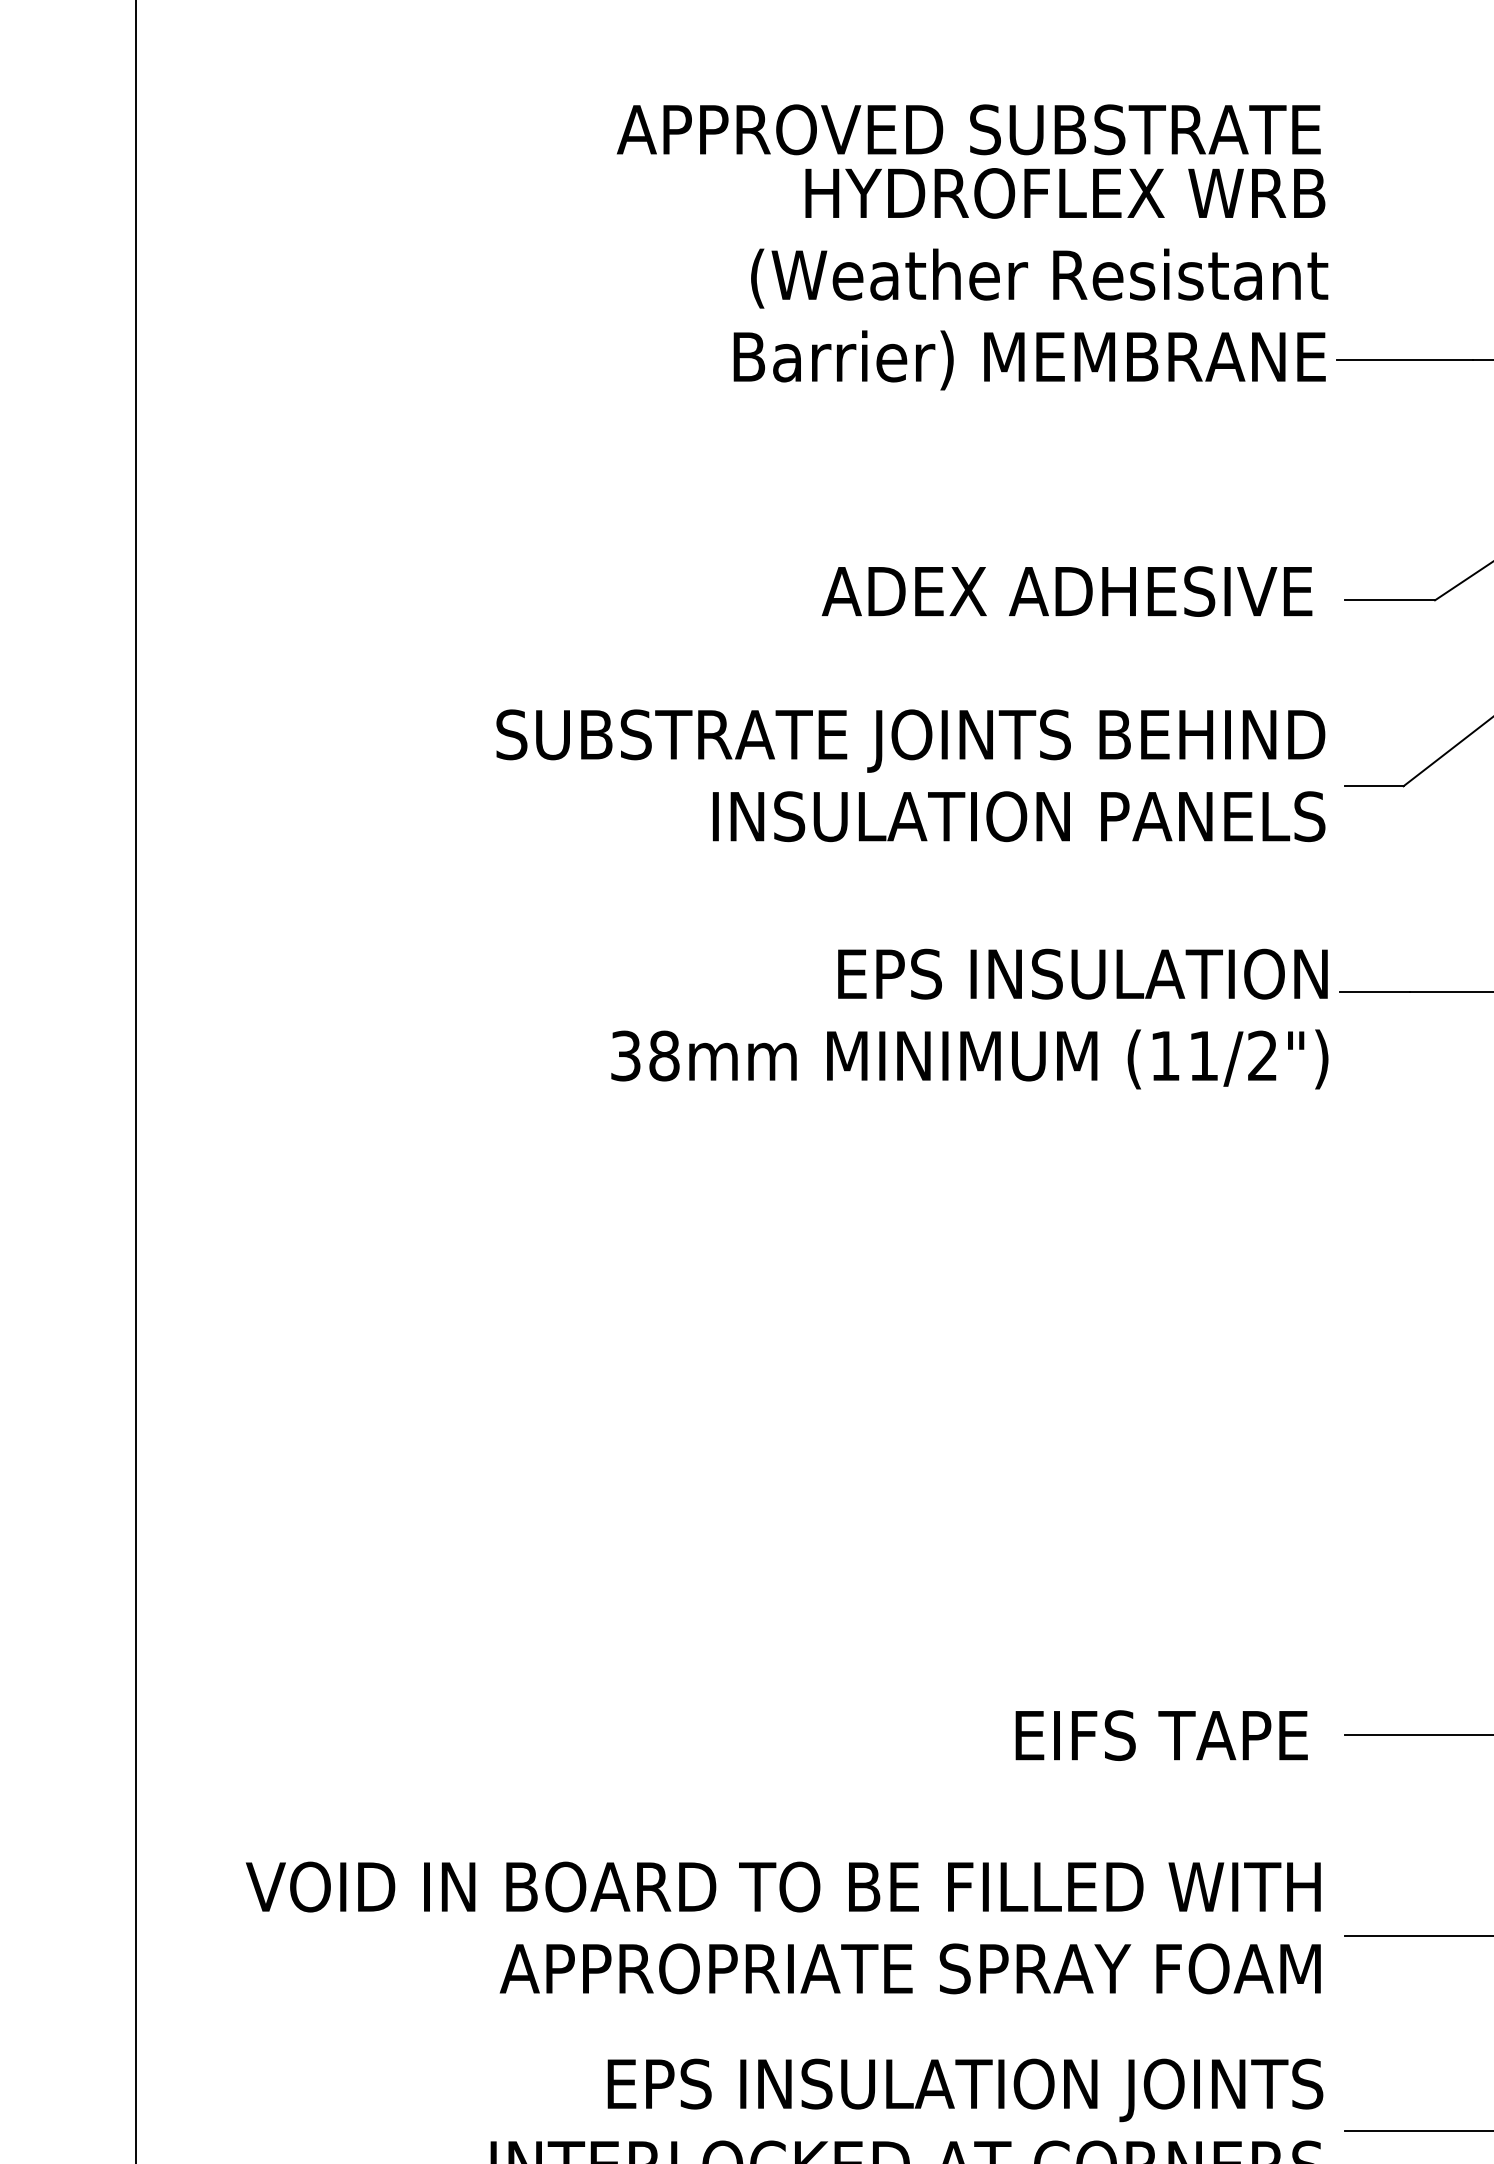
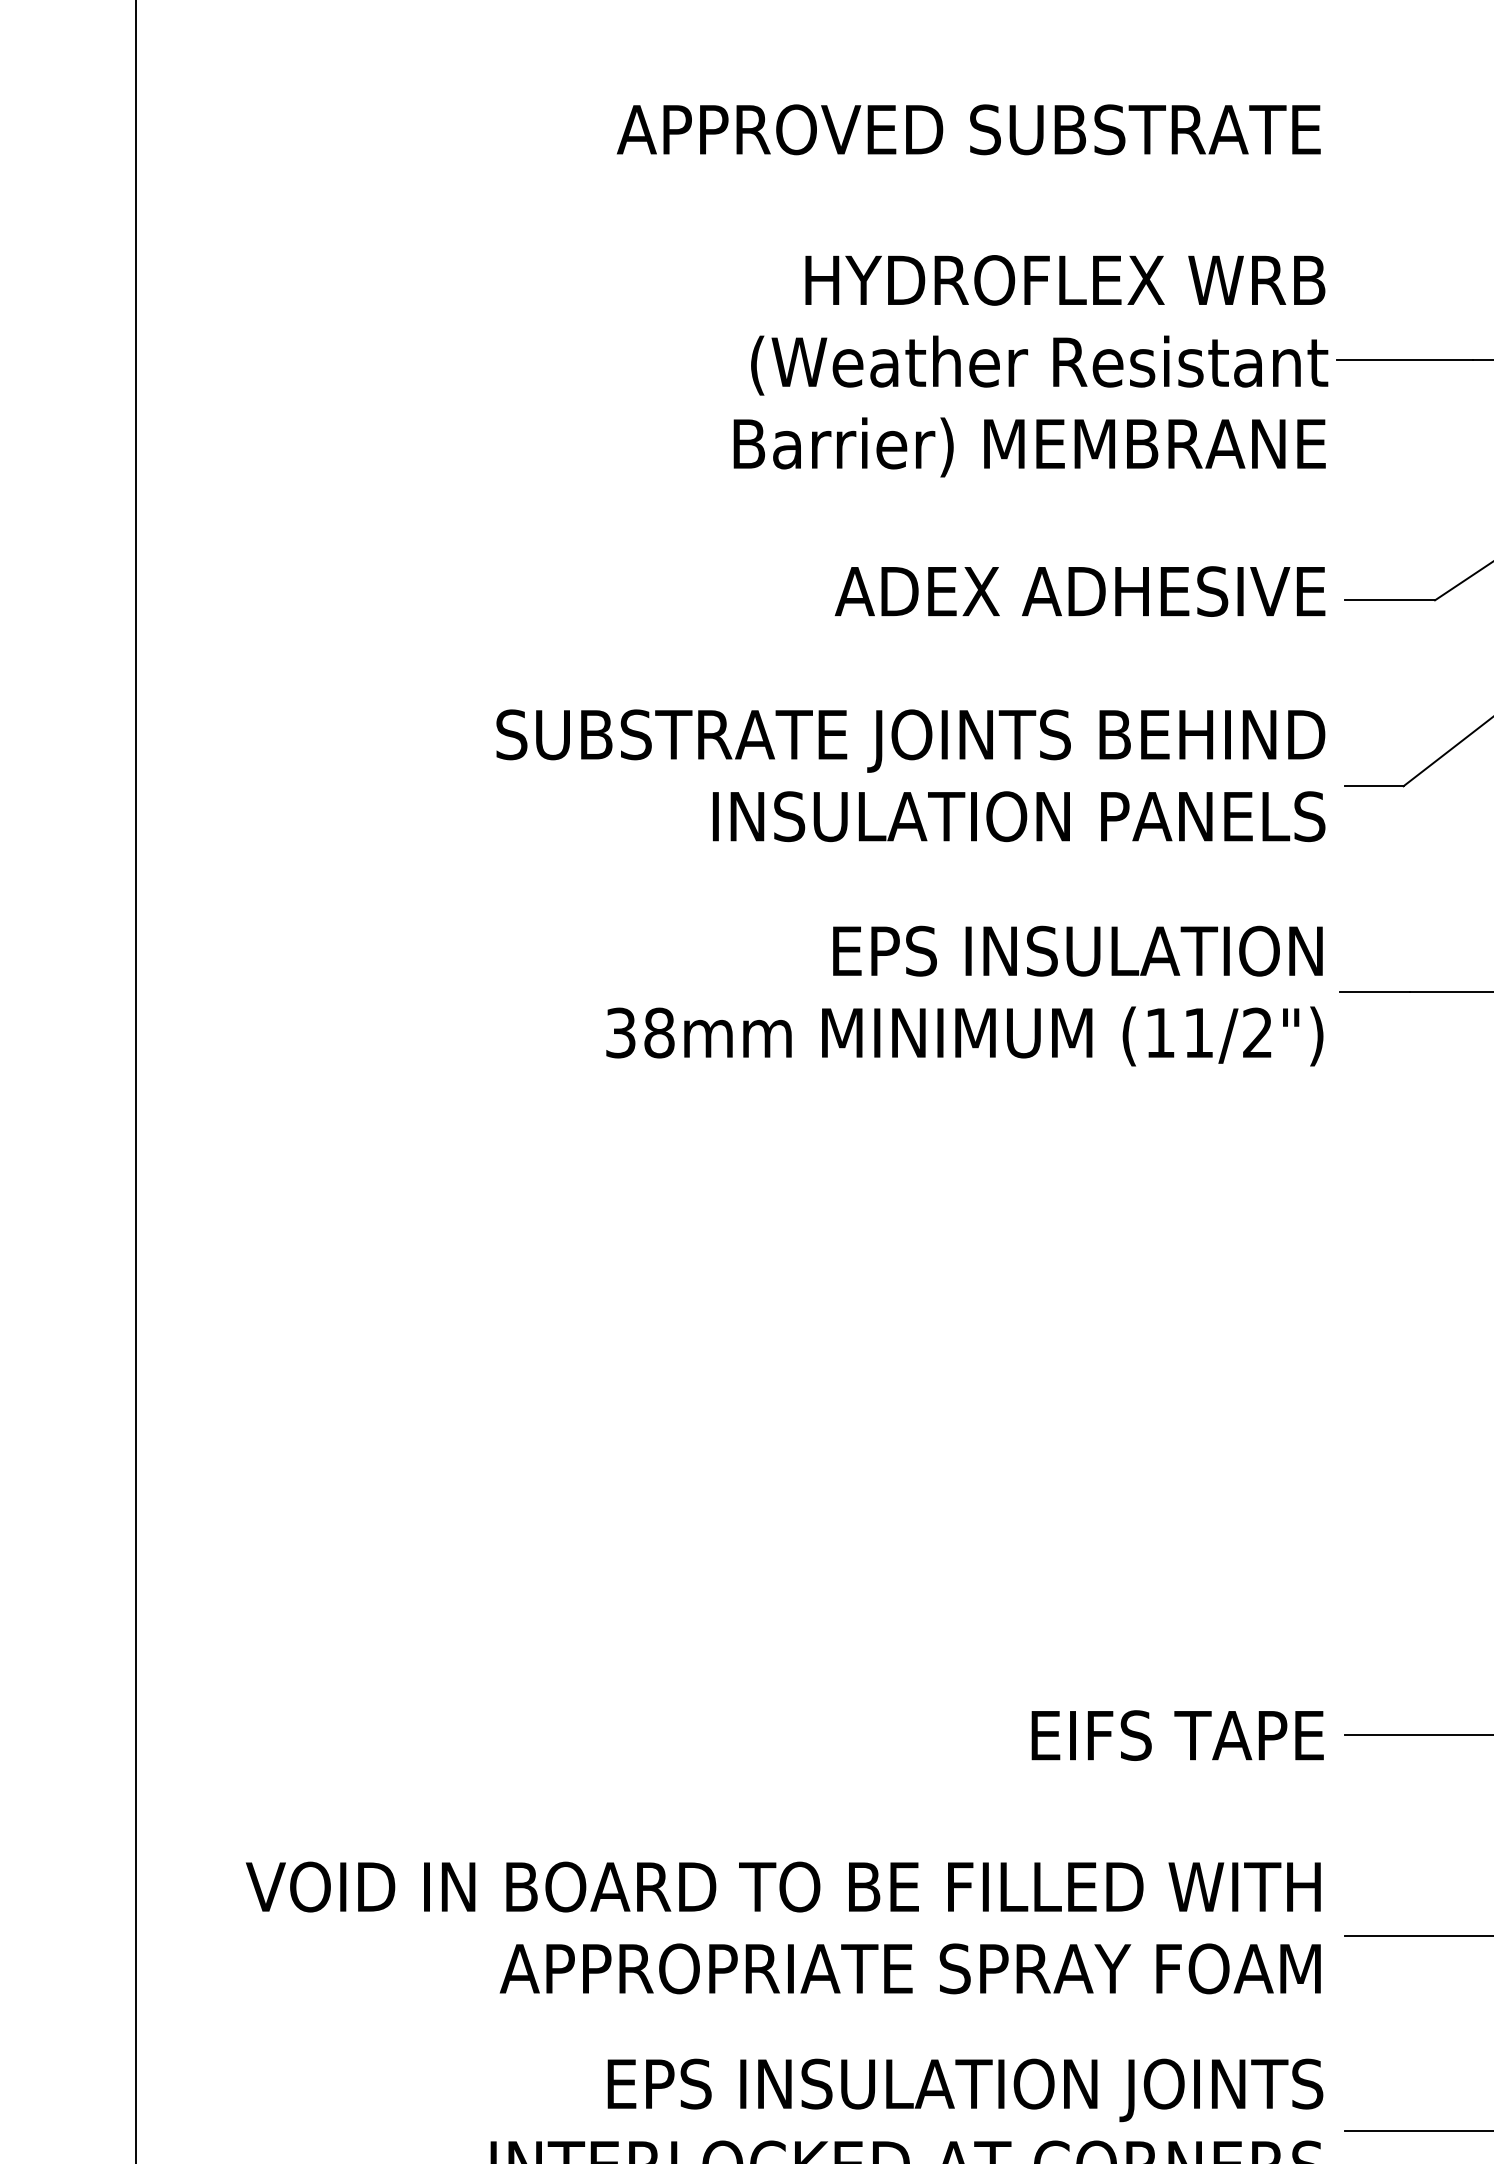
text at (1030, 279) position: (1030, 279) -> (1030, 366)
text at (1066, 591) position: (1066, 591) -> (1079, 591)
text at (969, 1018) position: (969, 1018) -> (964, 995)
text at (1161, 1735) position: (1161, 1735) -> (1177, 1735)
